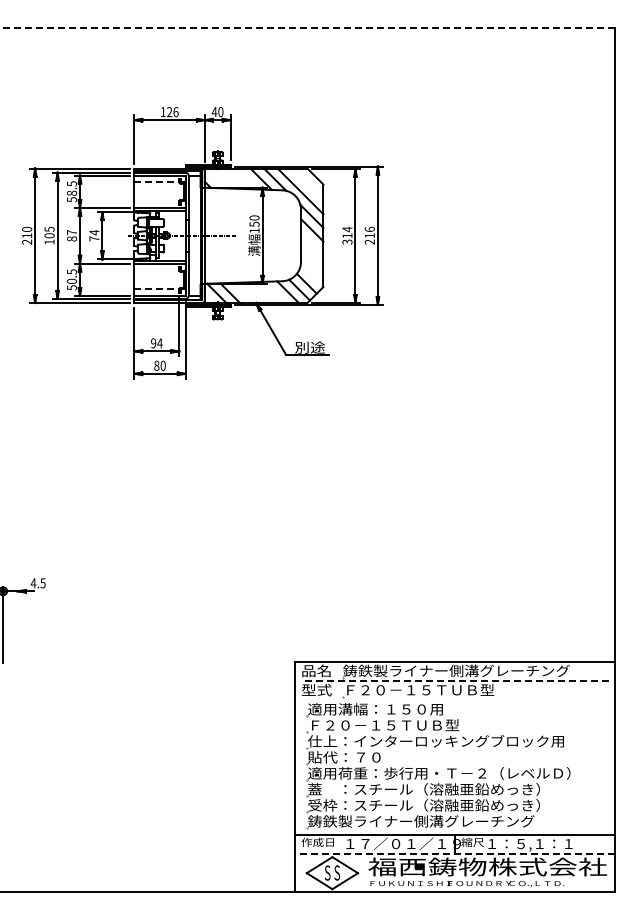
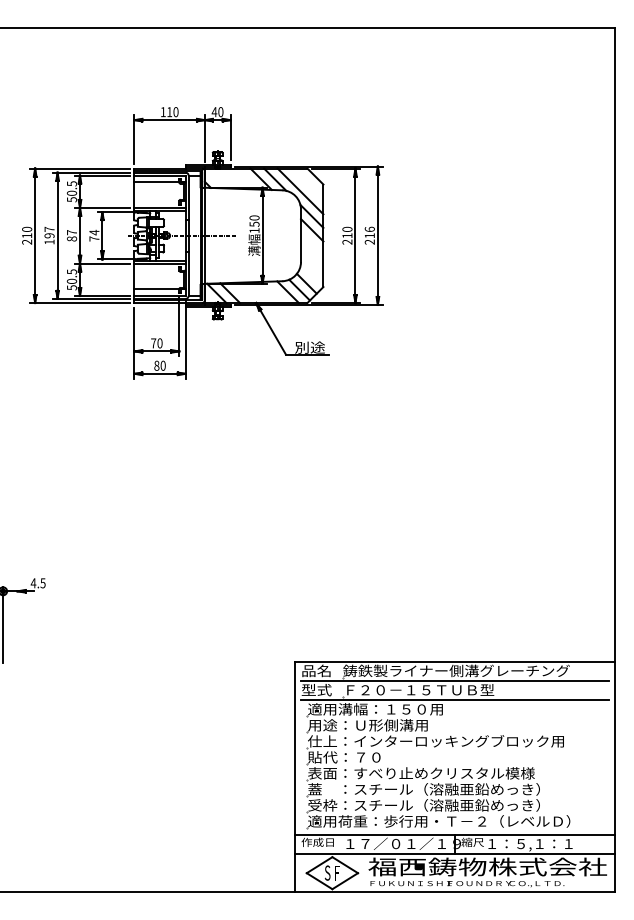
line at (308, 27): dashed -> solid
text at (172, 111): 126 -> 110
line at (157, 182): dashed -> solid
text at (72, 192): 58.5 -> 50.5
text at (49, 232): 105 -> 197
text at (347, 235): 314 -> 210
line at (157, 289): dashed -> solid
text at (156, 343): 94 -> 70
line at (454, 681): dashed -> solid
line at (454, 700): none -> present
text at (383, 725): Ｆ２０－１５ＴＵＢ型 -> 用途：Ｕ形側溝用
text at (439, 773): 適用荷重：歩行用・Ｔ－２（レベルＤ） -> 表面：すべり止めクリスタル模様
text at (439, 821): 鋳鉄製ライナー側溝グレーチング -> 適用荷重：歩行用・Ｔ－２（レベルＤ）
line at (454, 853): dashed -> solid
text at (337, 872): S -> F
